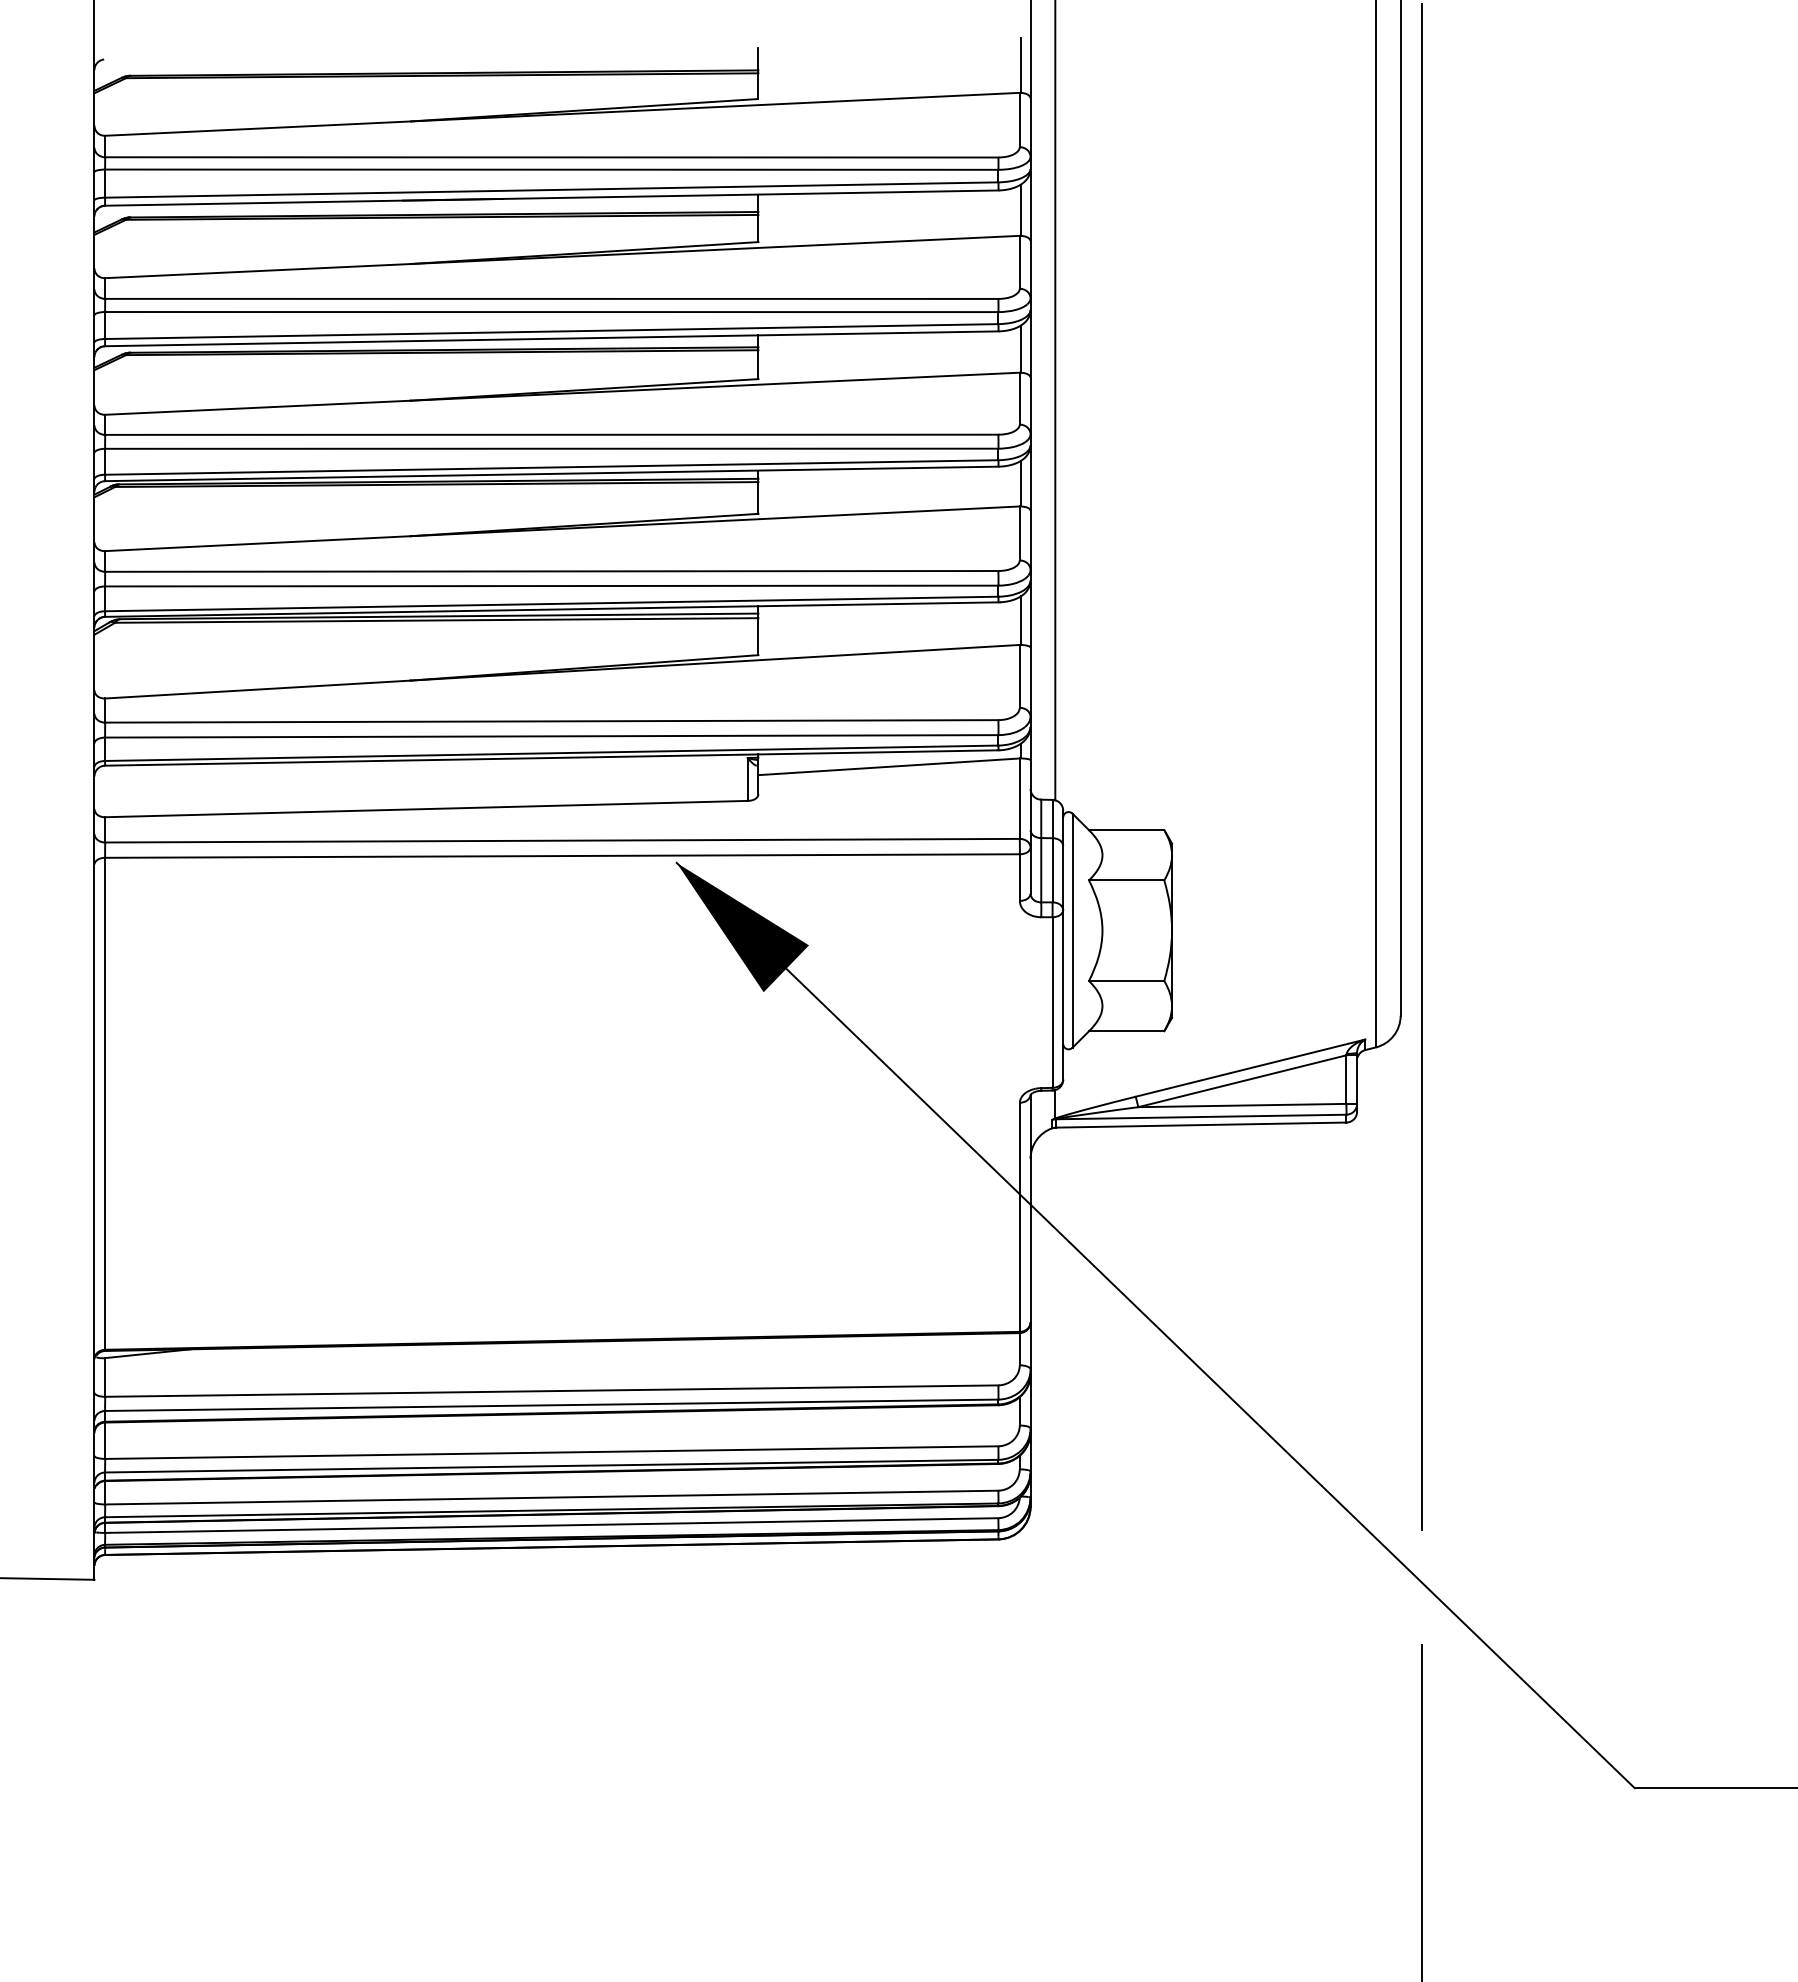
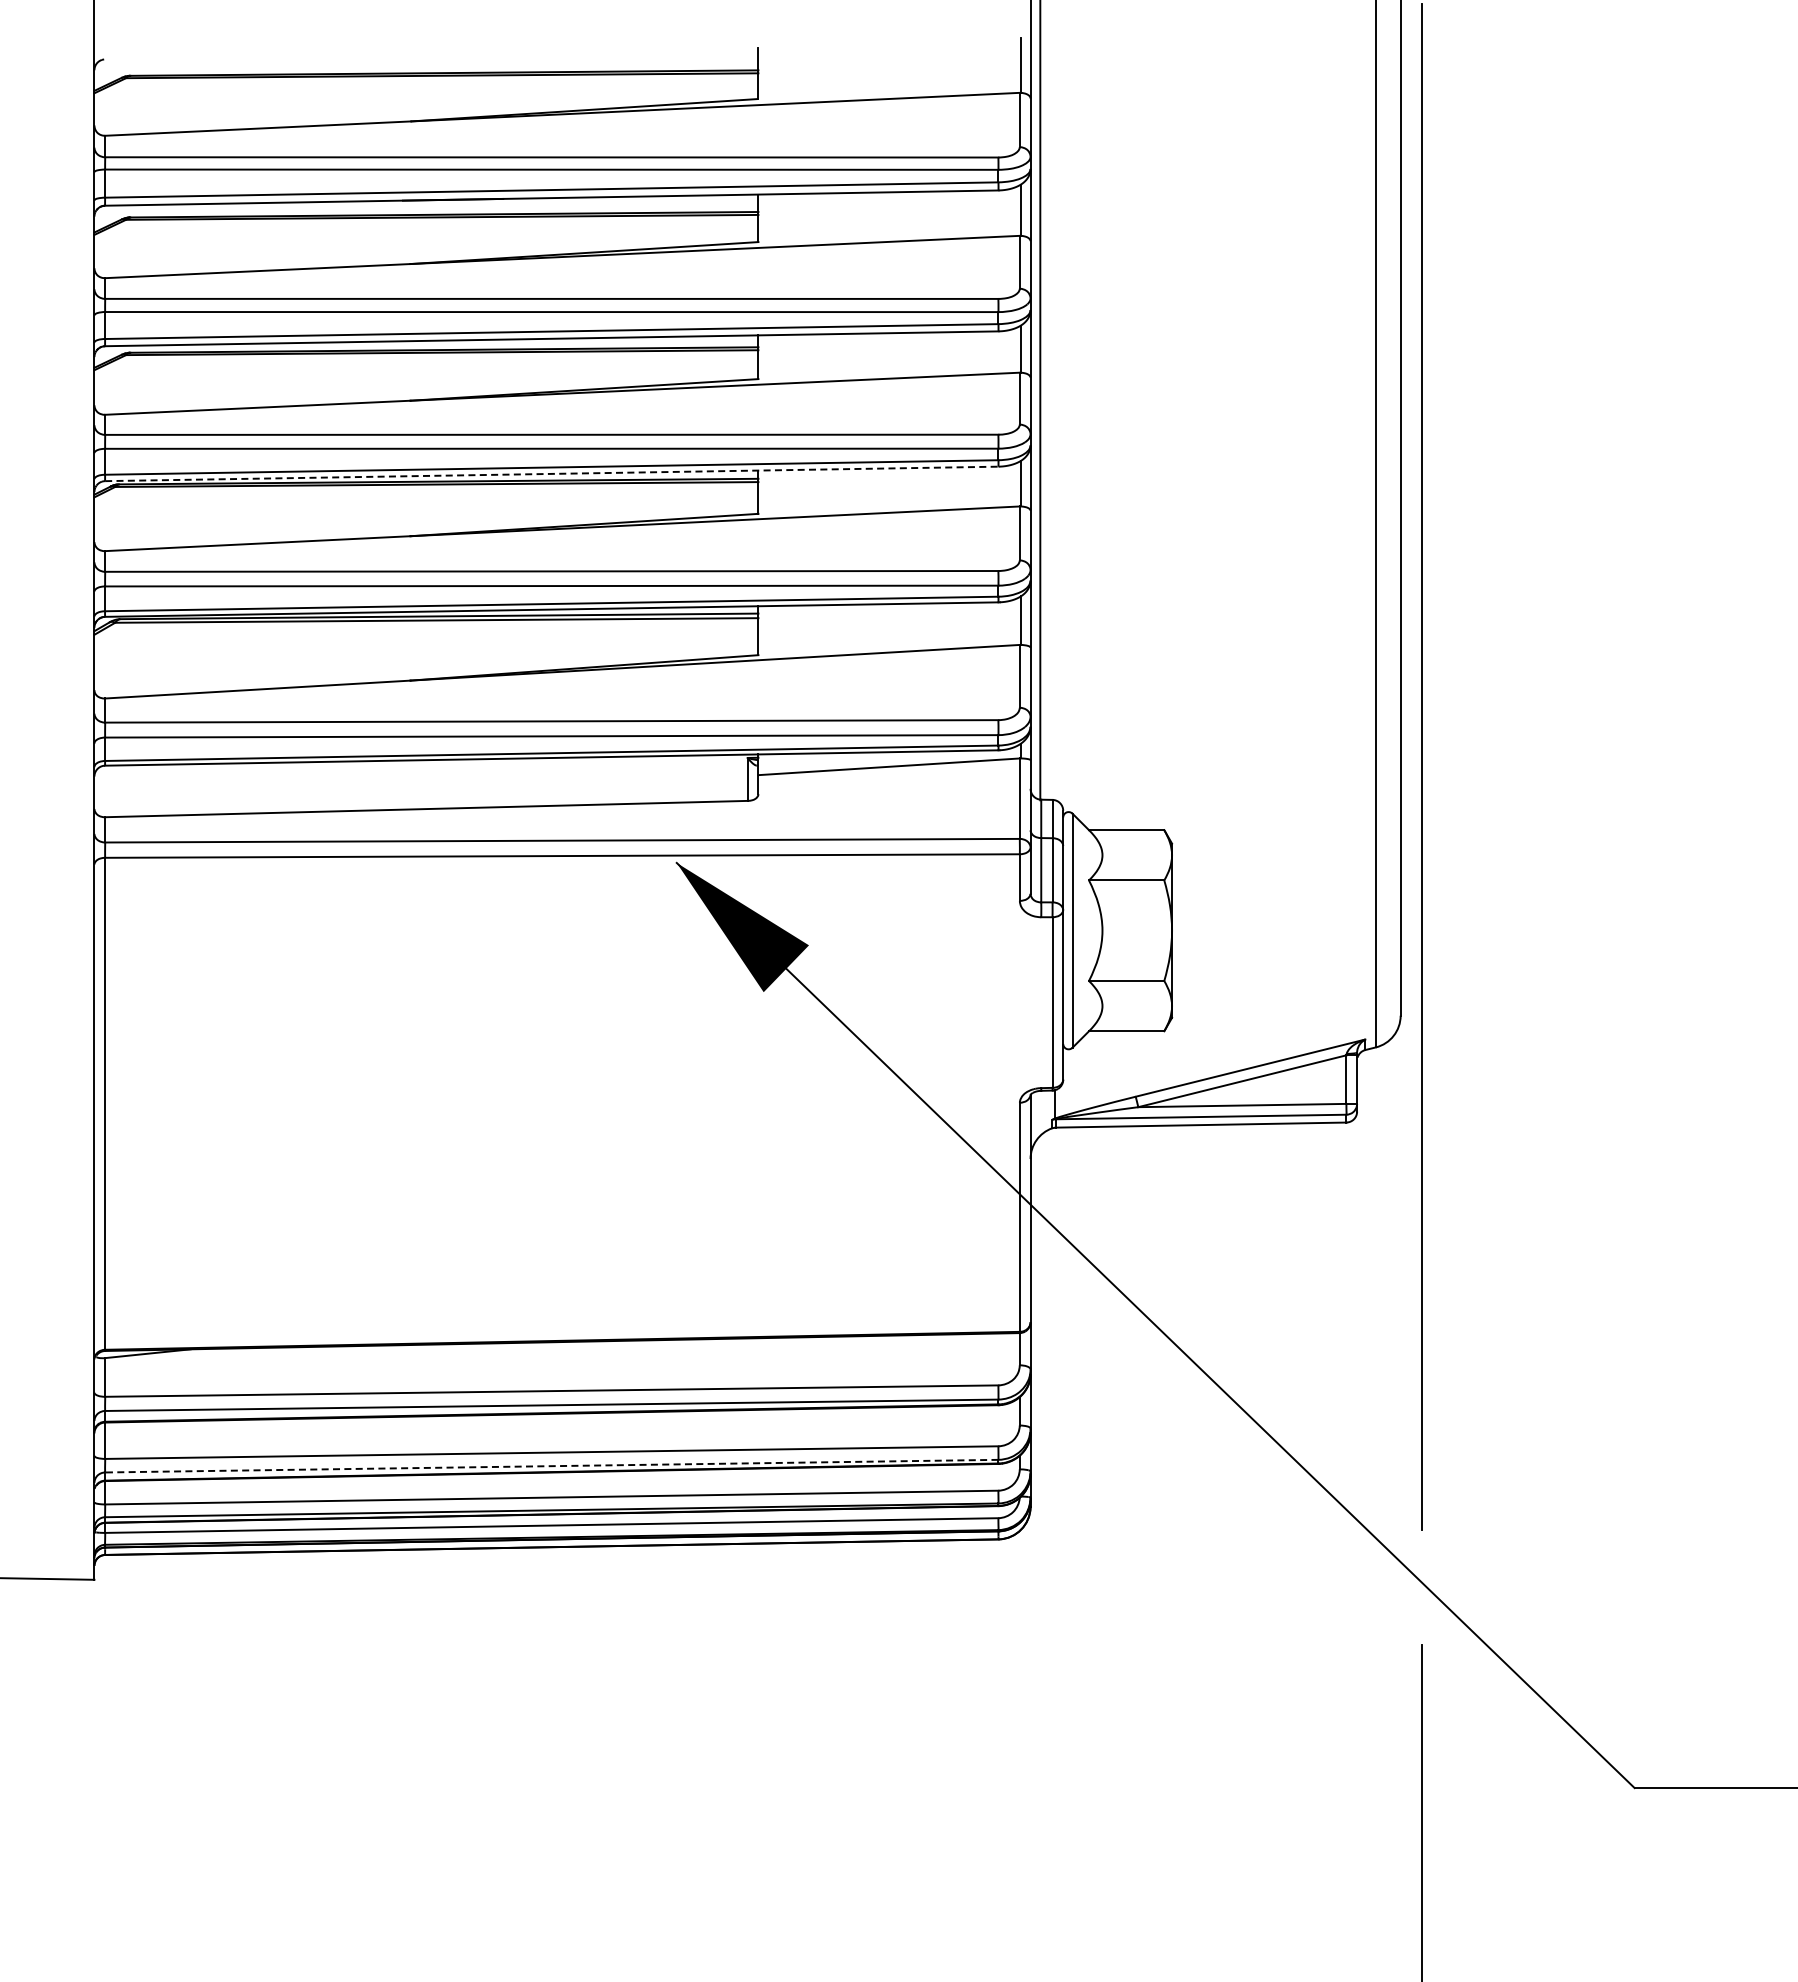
line at (1055, 401) position: (1055, 401) -> (1040, 401)
line at (551, 473): solid -> dashed
line at (551, 1466): solid -> dashed
